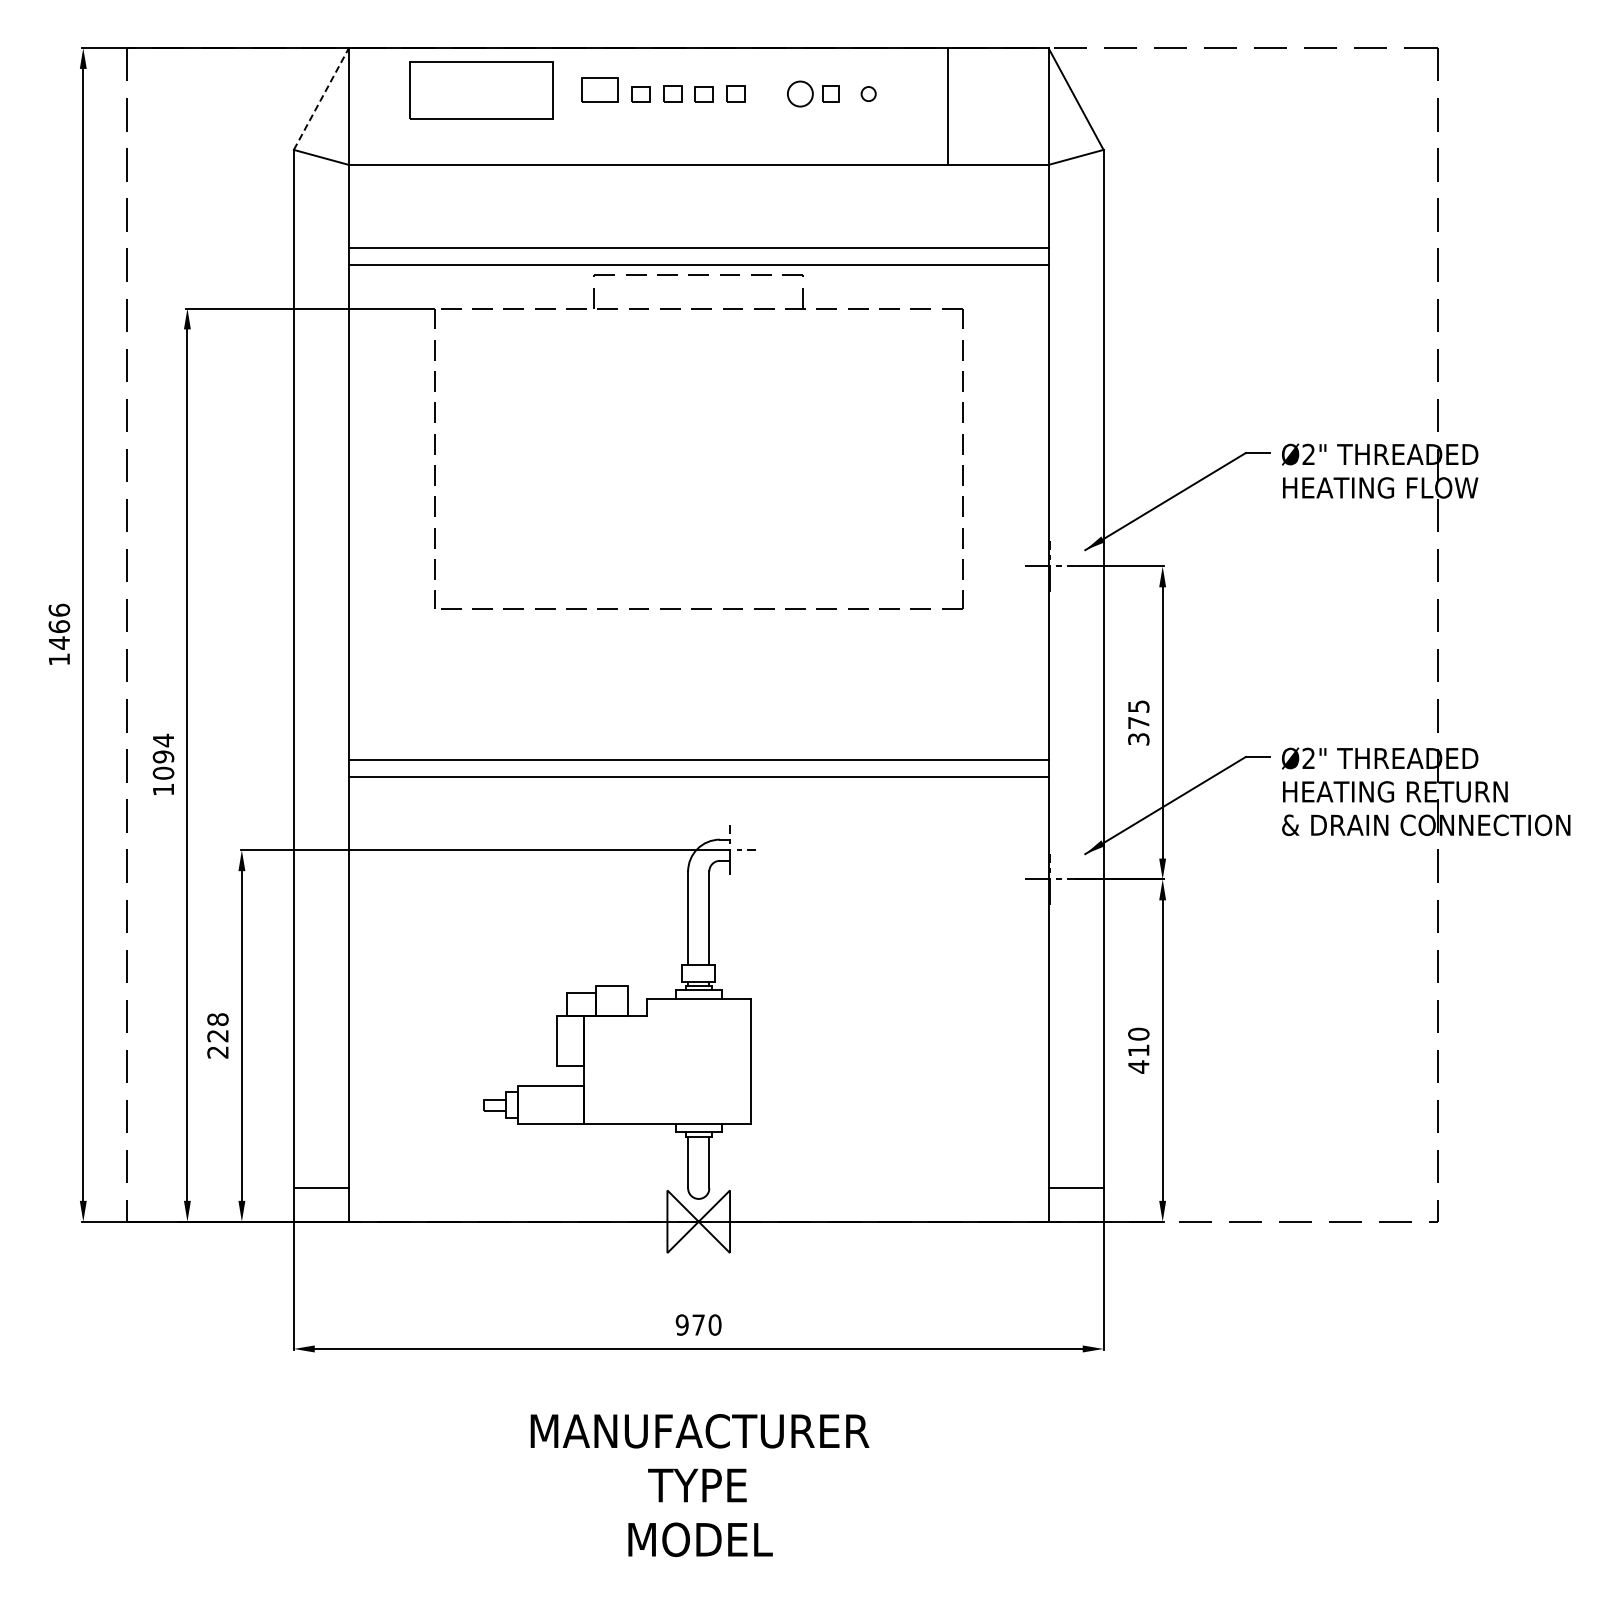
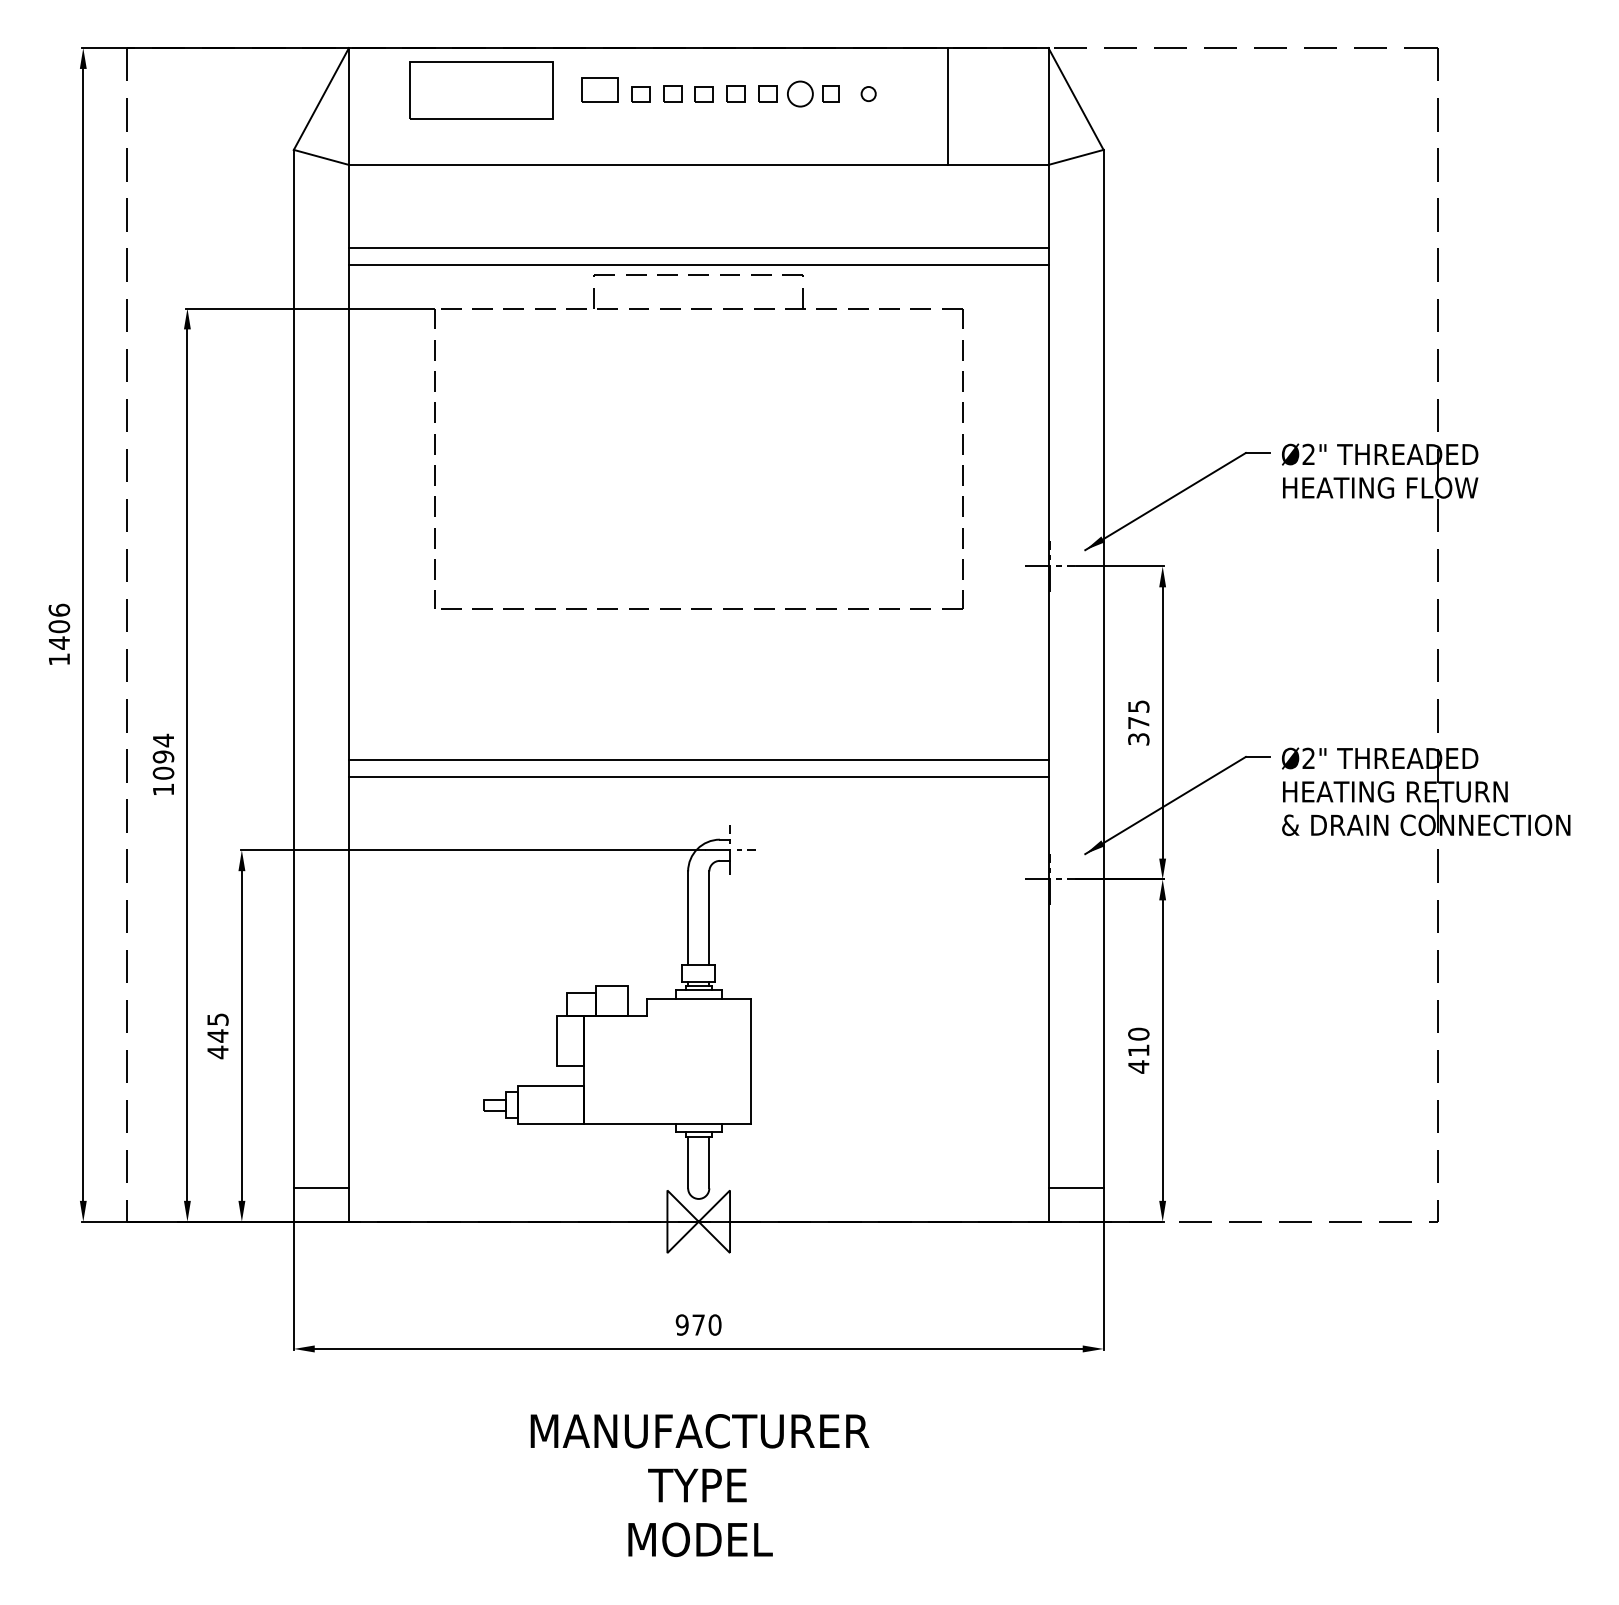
part at (767, 93): none -> present
line at (321, 99): dashed -> solid
text at (58, 626): 1466 -> 1406
text at (217, 1036): 228 -> 445
